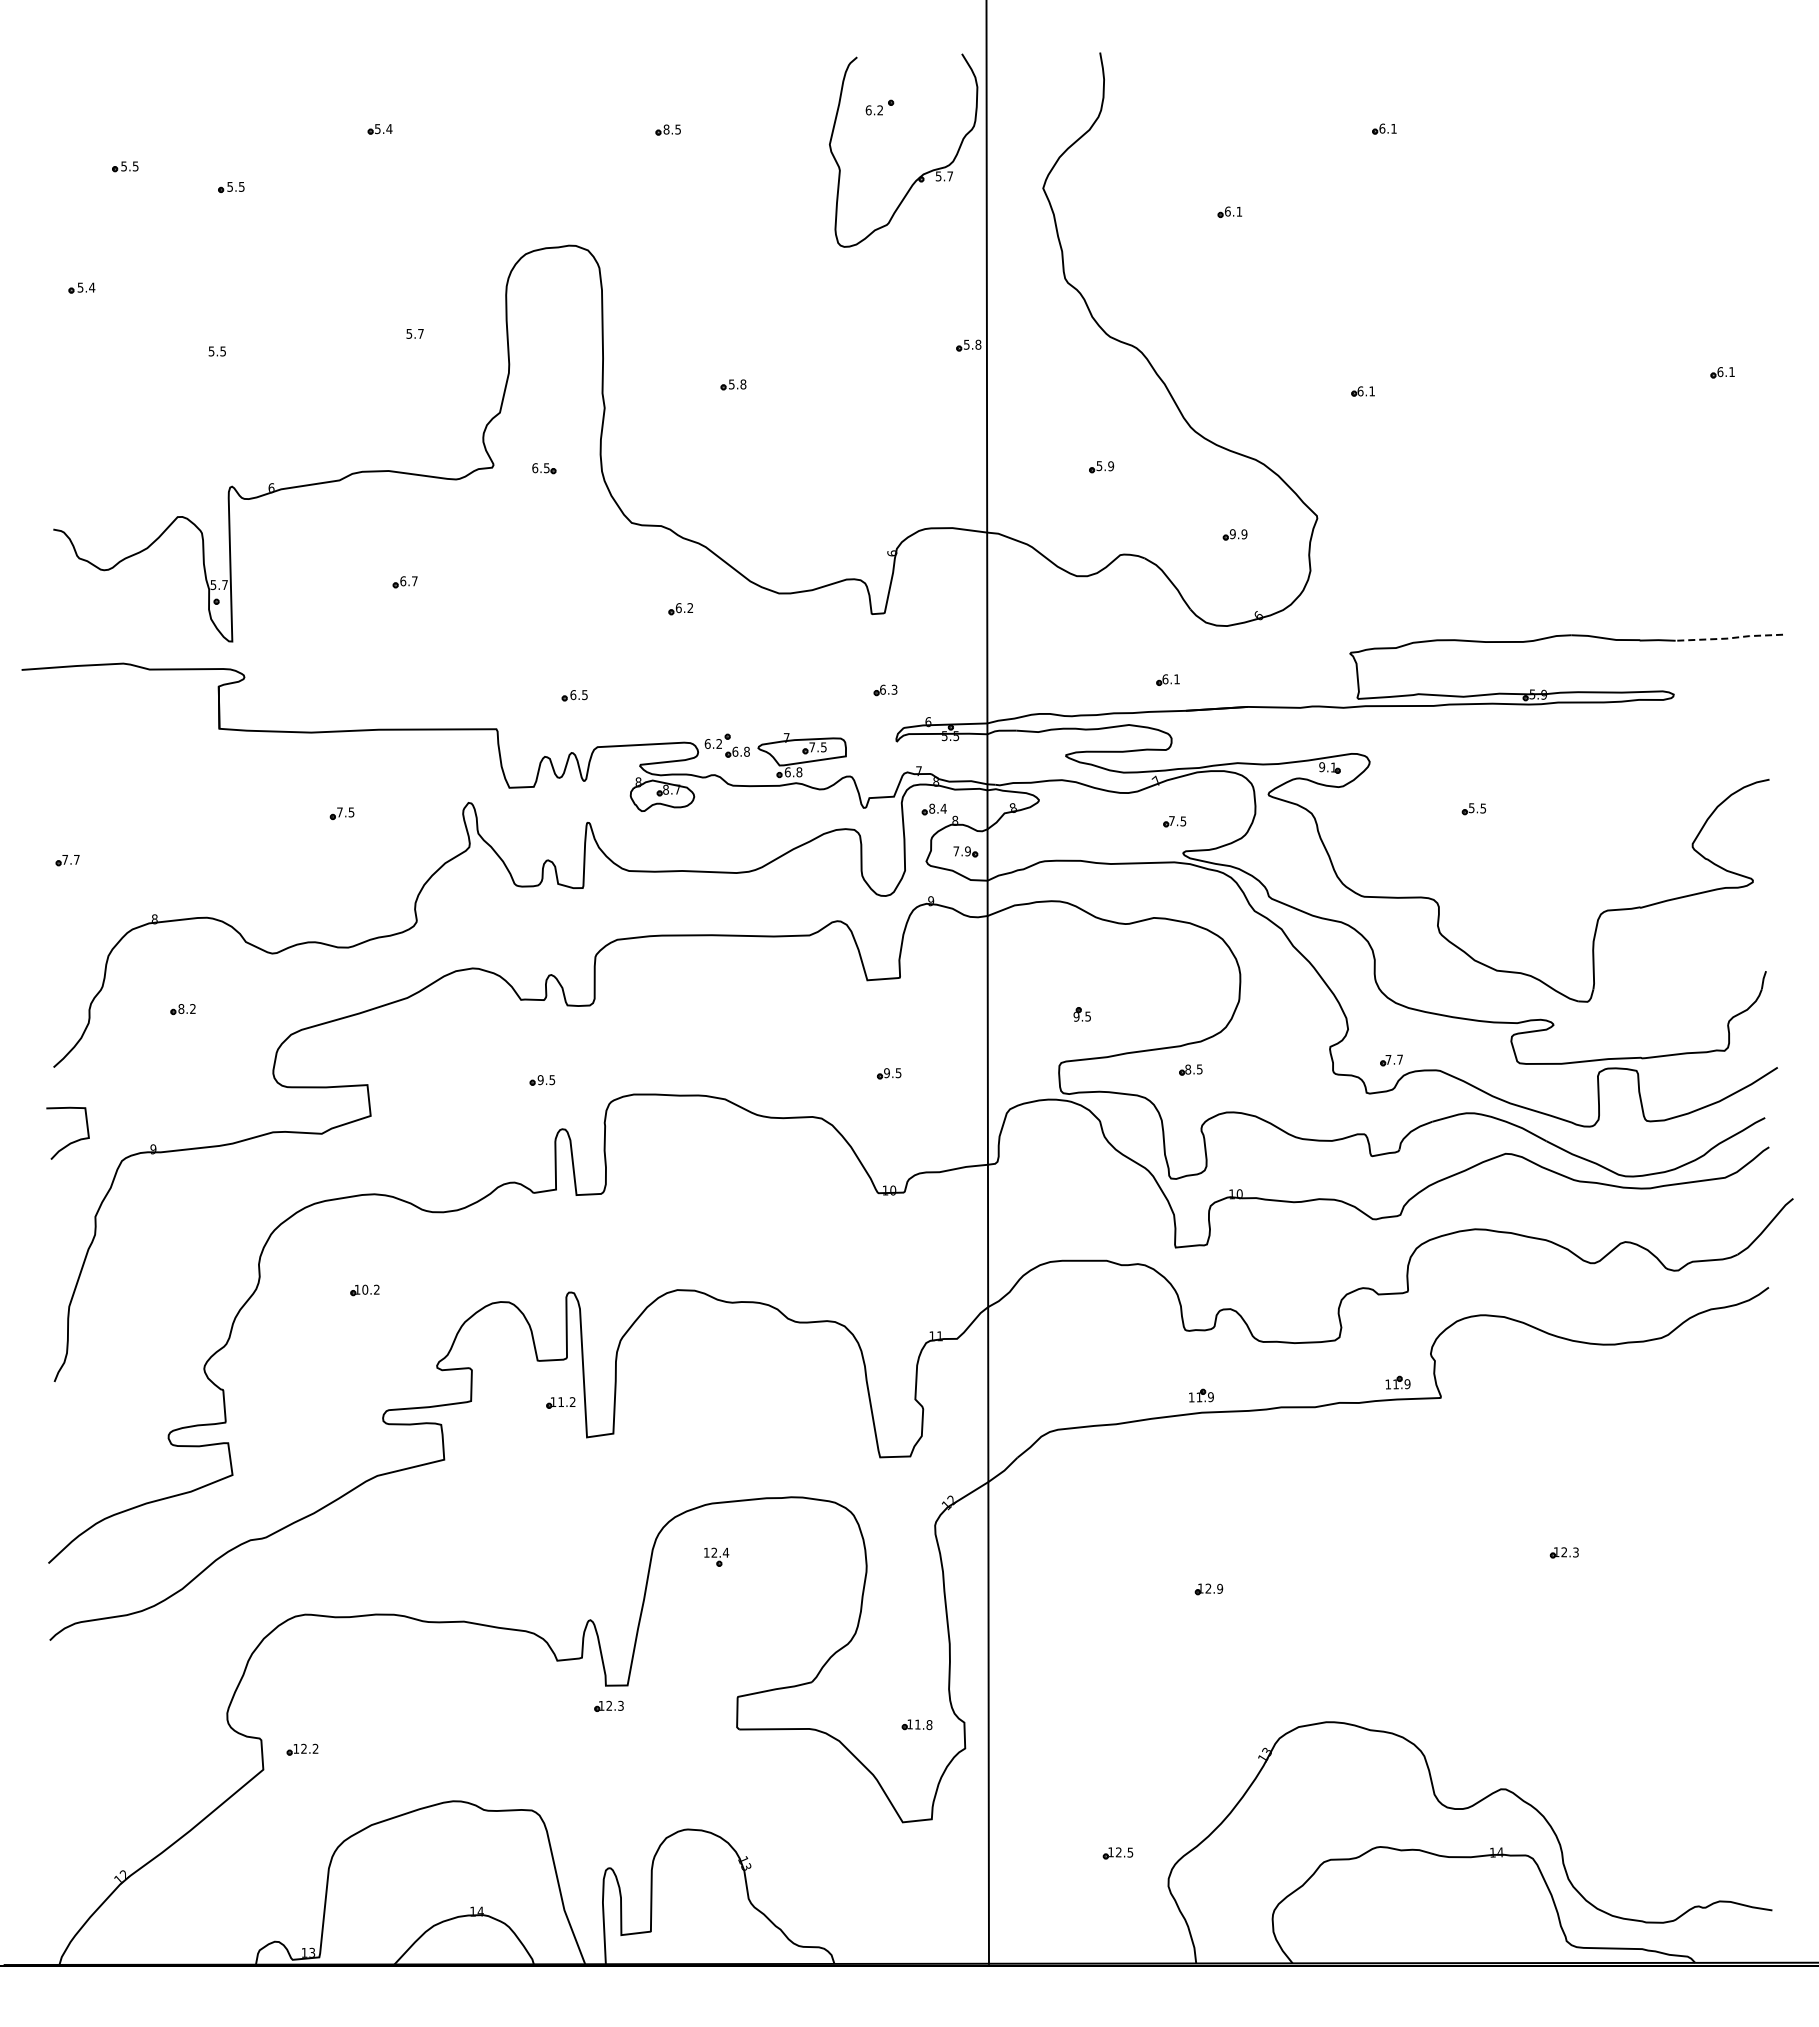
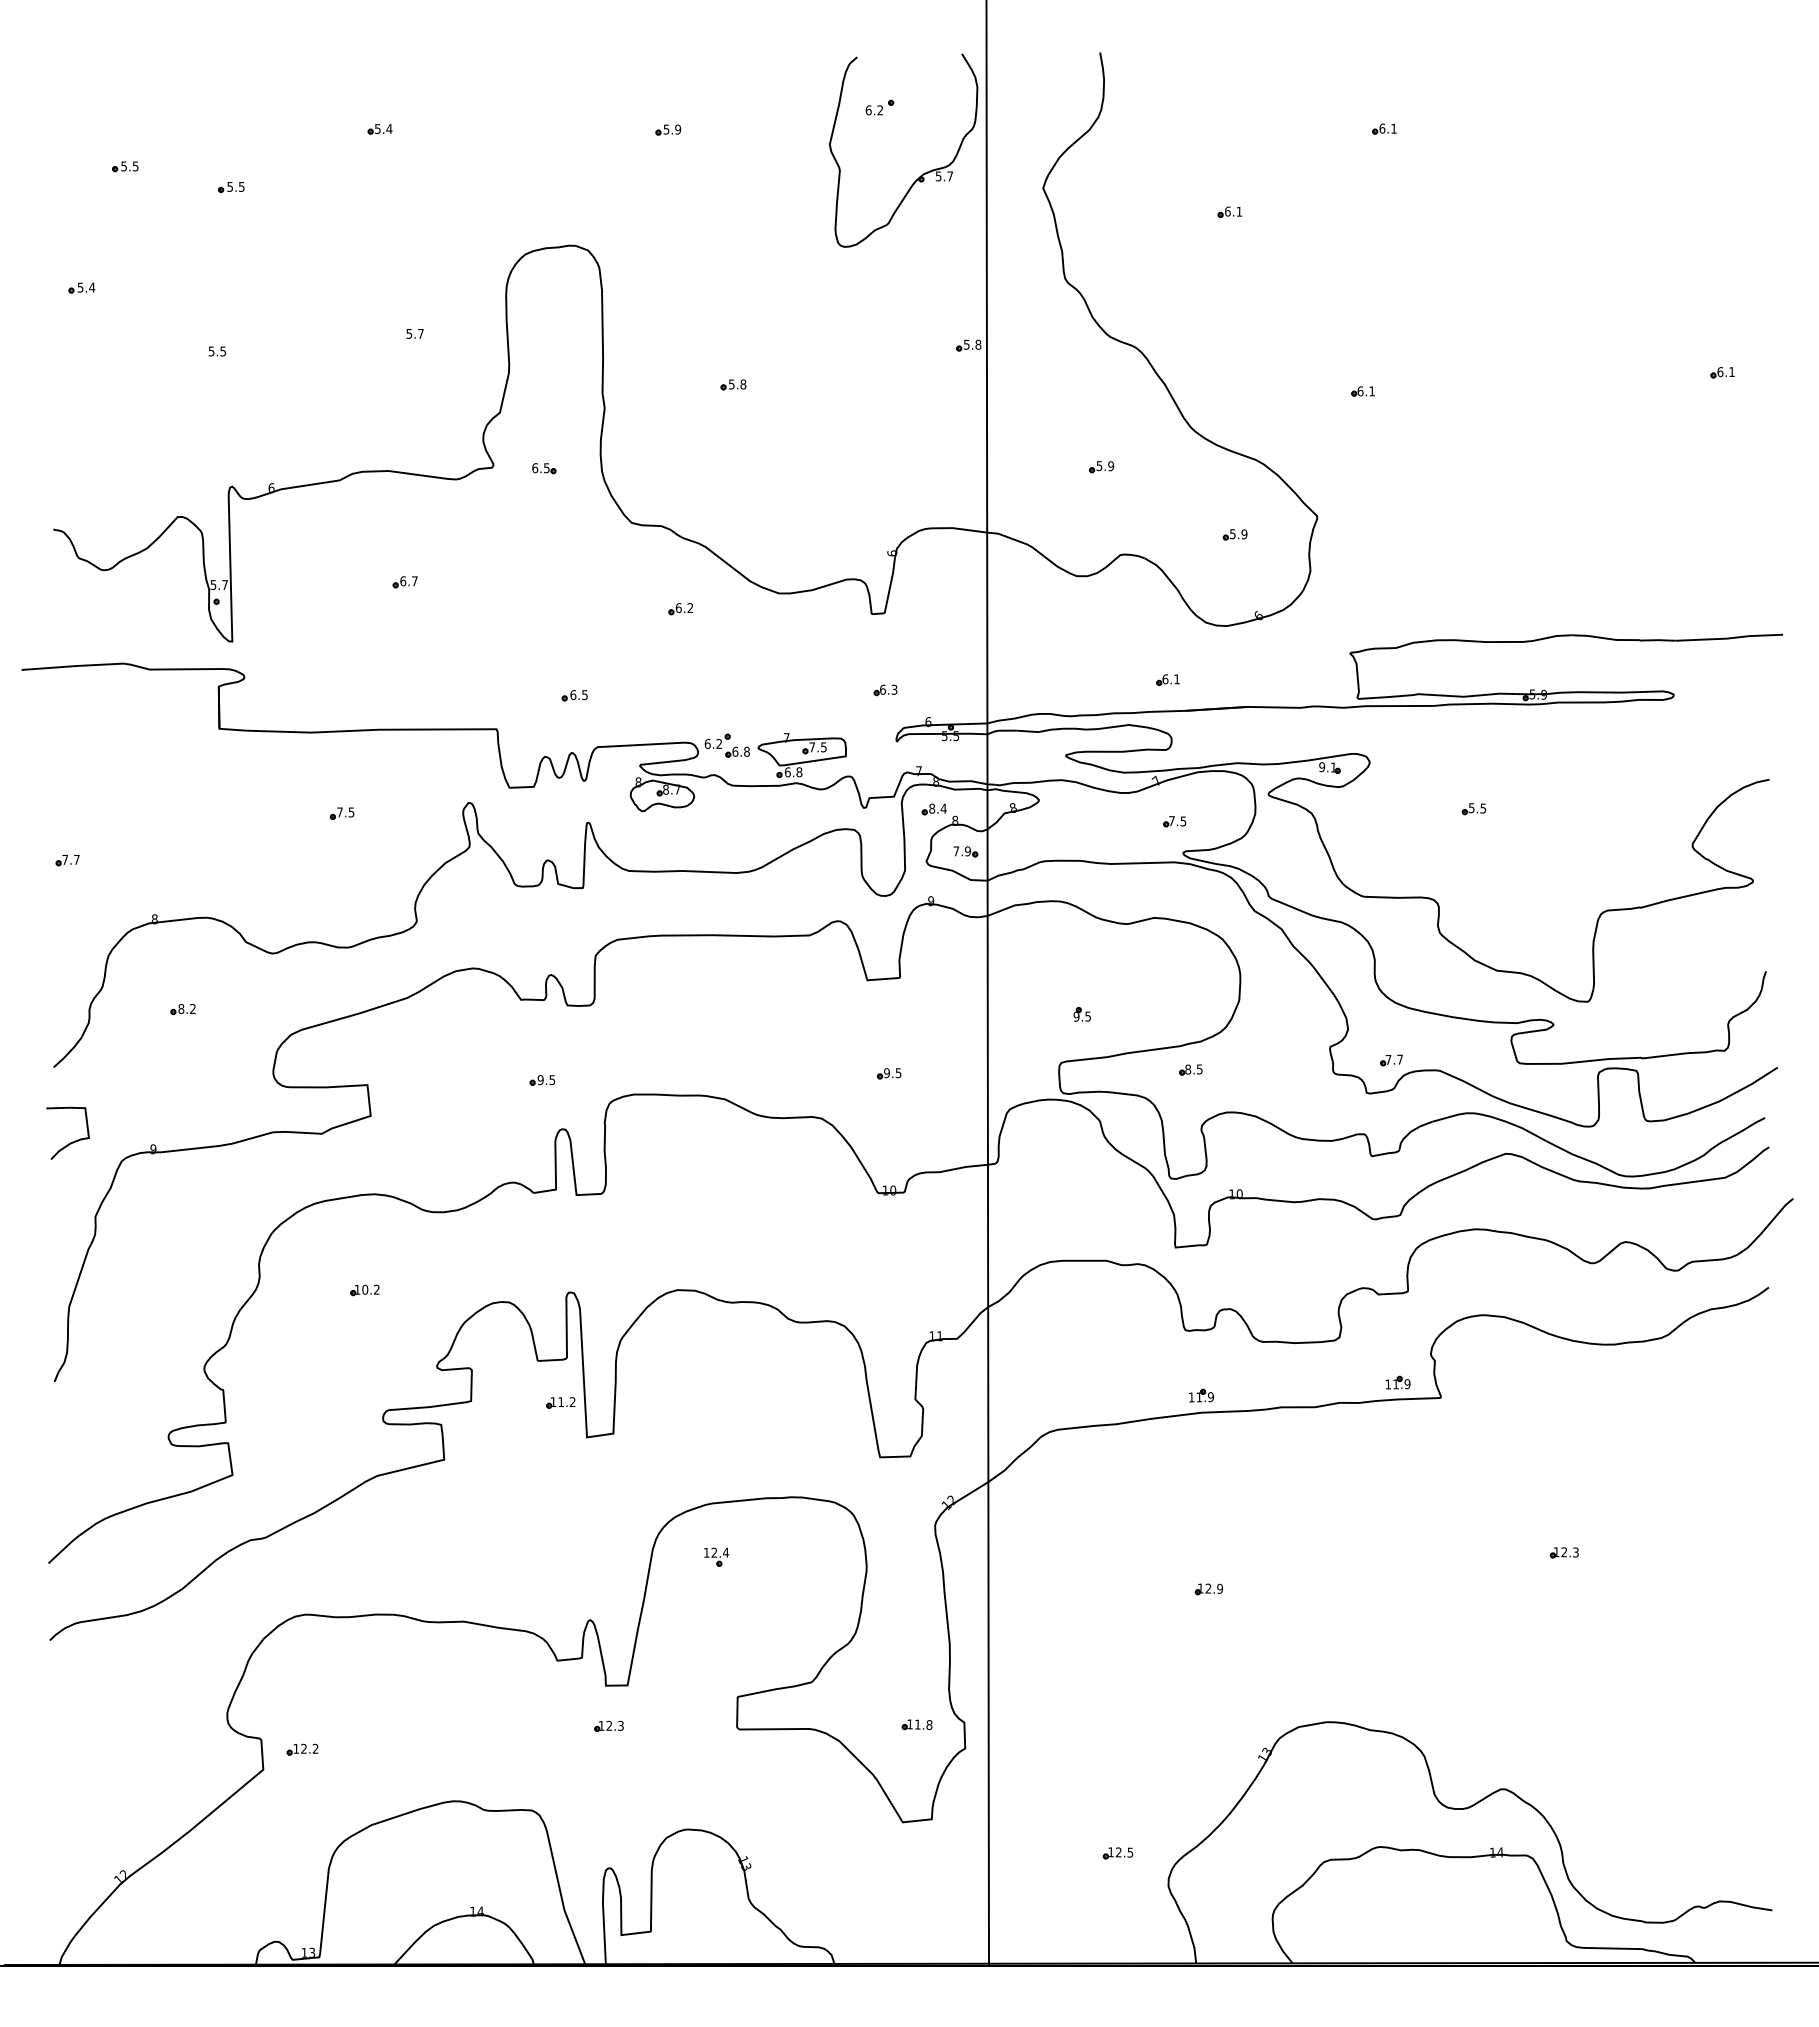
text at (672, 129): 8.5 -> 5.9
text at (1232, 533): 9.9 -> 5.9
line at (1728, 638): dashed -> solid
part at (608, 1705) position: (608, 1705) -> (608, 1725)
